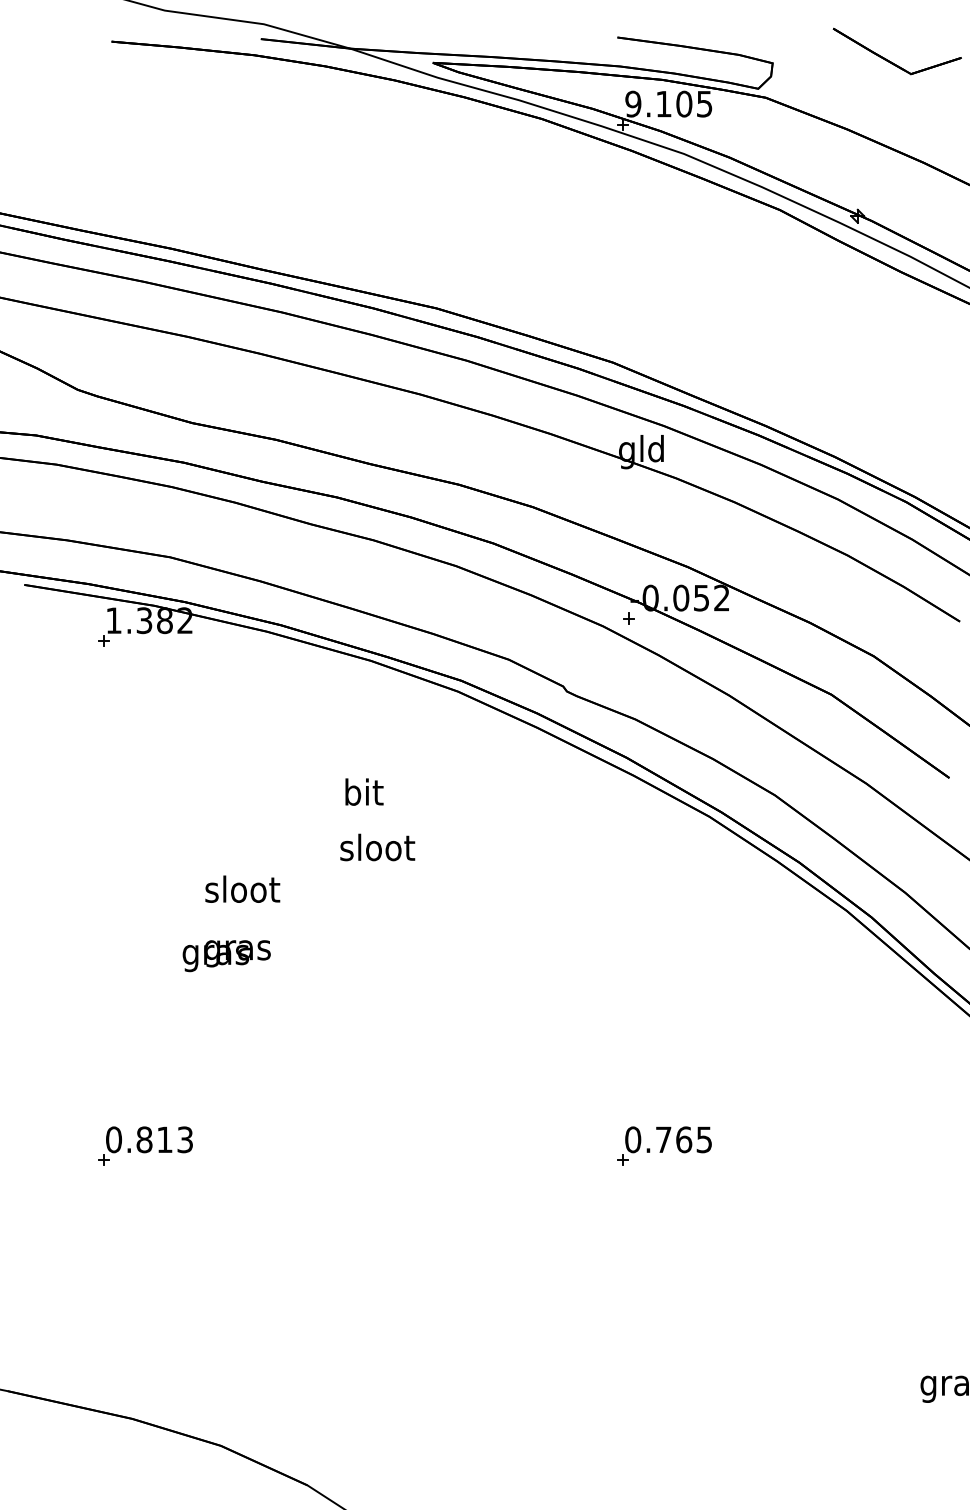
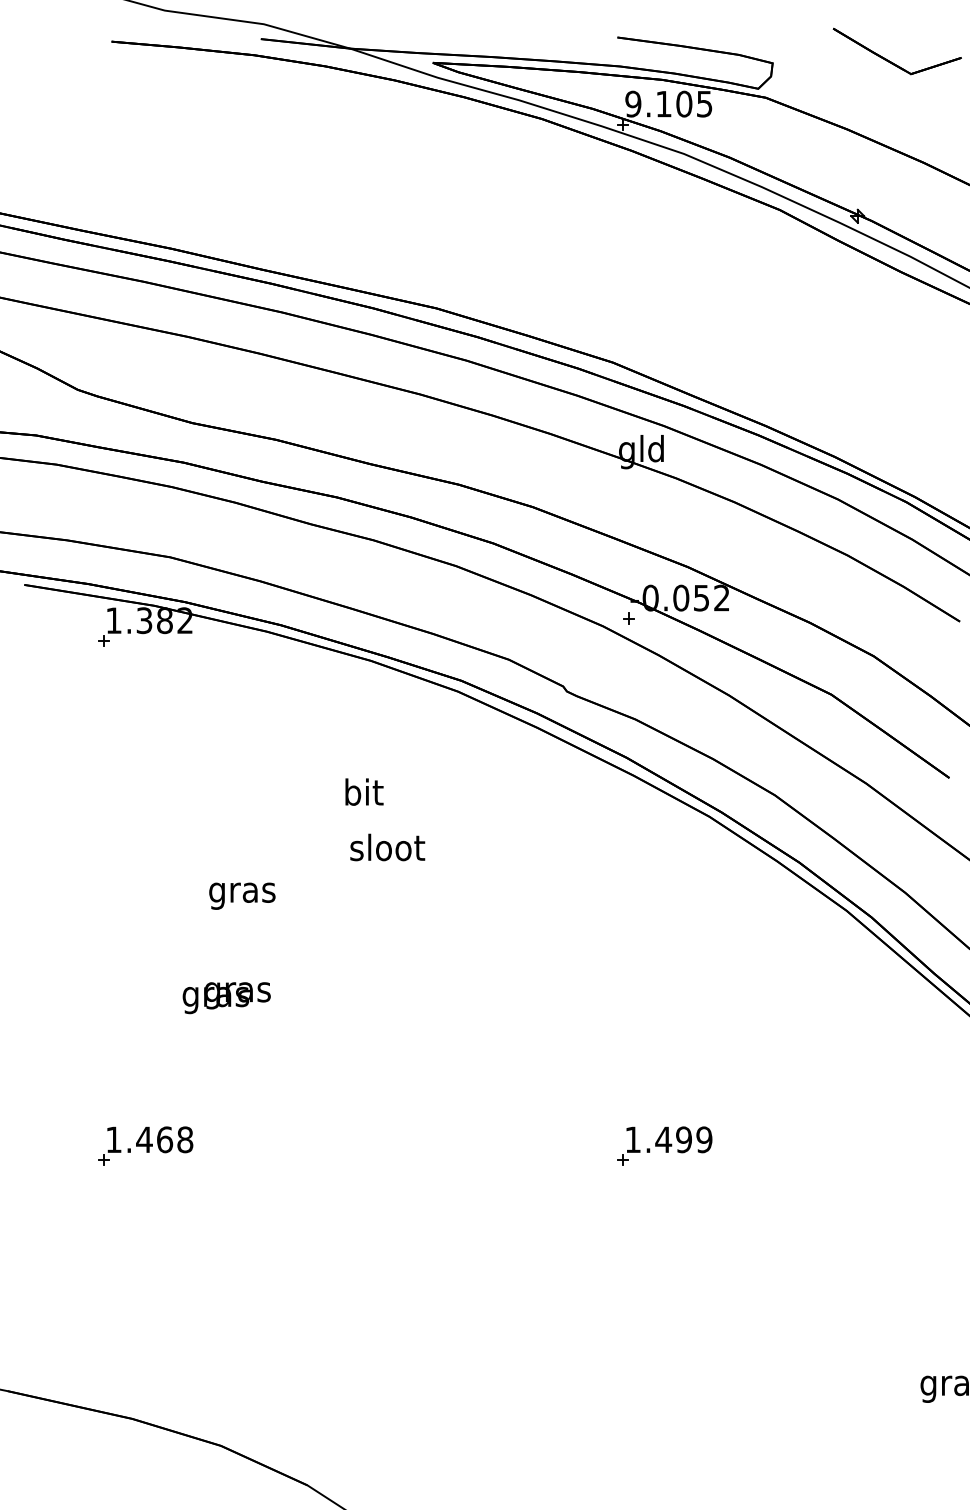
text at (377, 847) position: (377, 847) -> (387, 847)
text at (242, 892): sloot -> gras
text at (226, 956) position: (226, 956) -> (226, 998)
text at (149, 1139): 0.813 -> 1.468
text at (668, 1139): 0.765 -> 1.499
